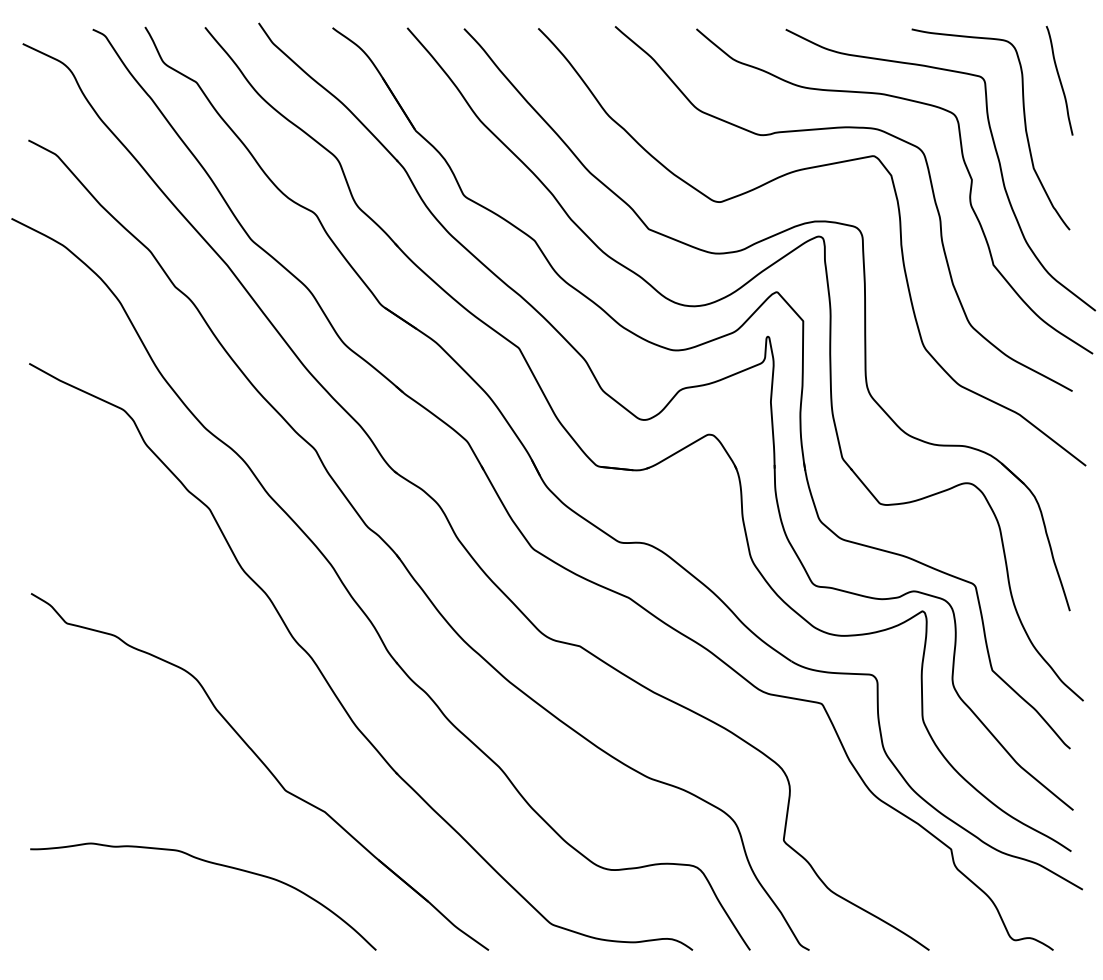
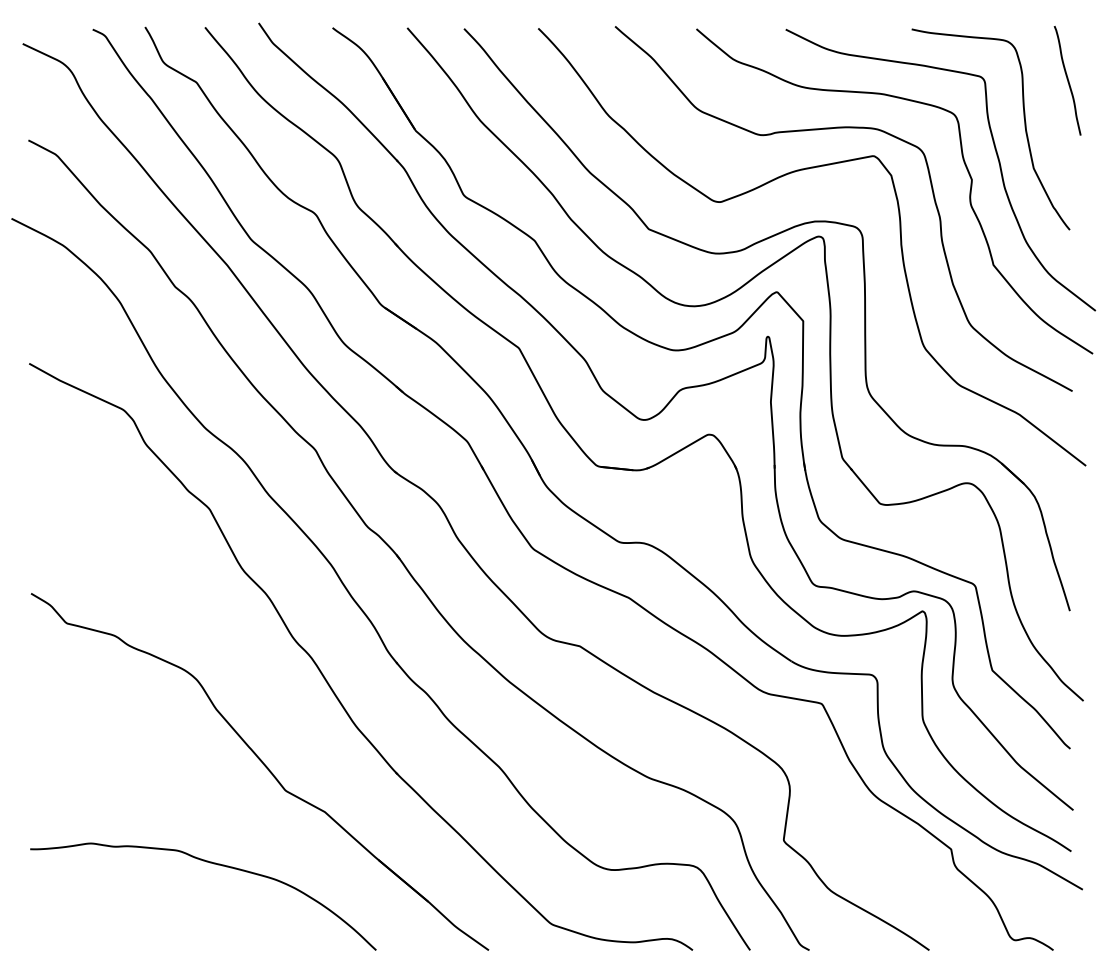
curve at (1059, 80) position: (1059, 80) -> (1067, 80)
